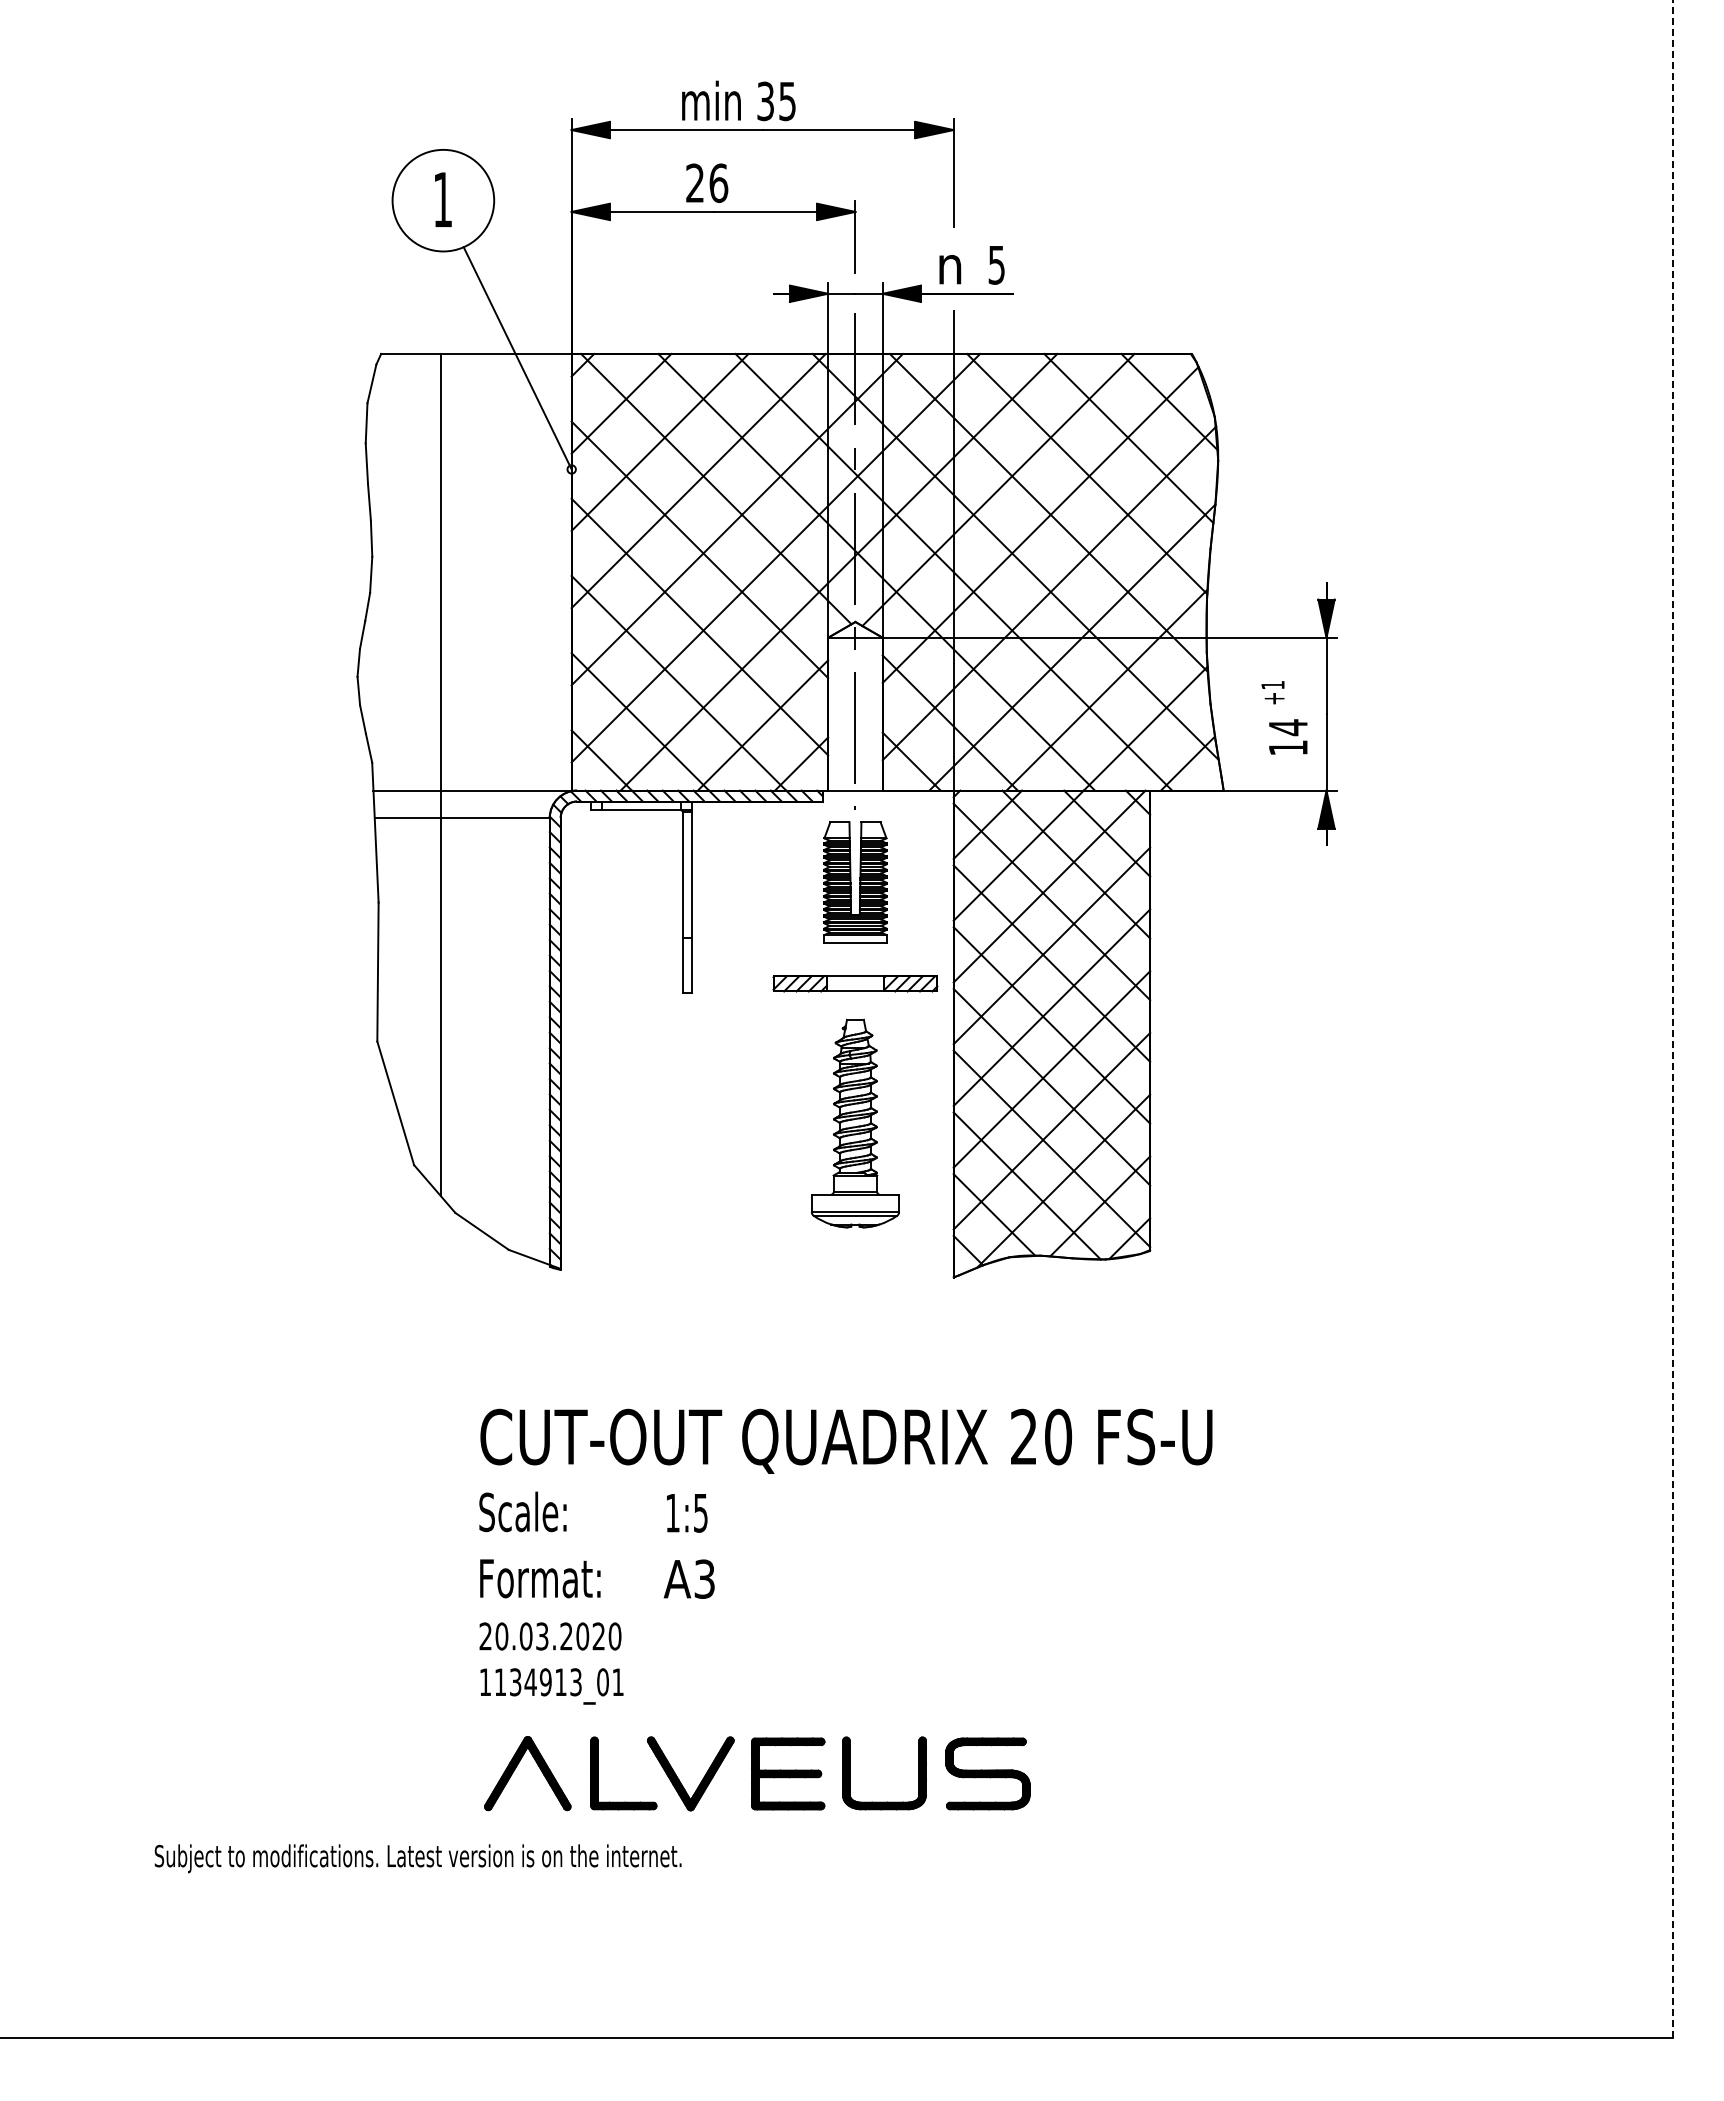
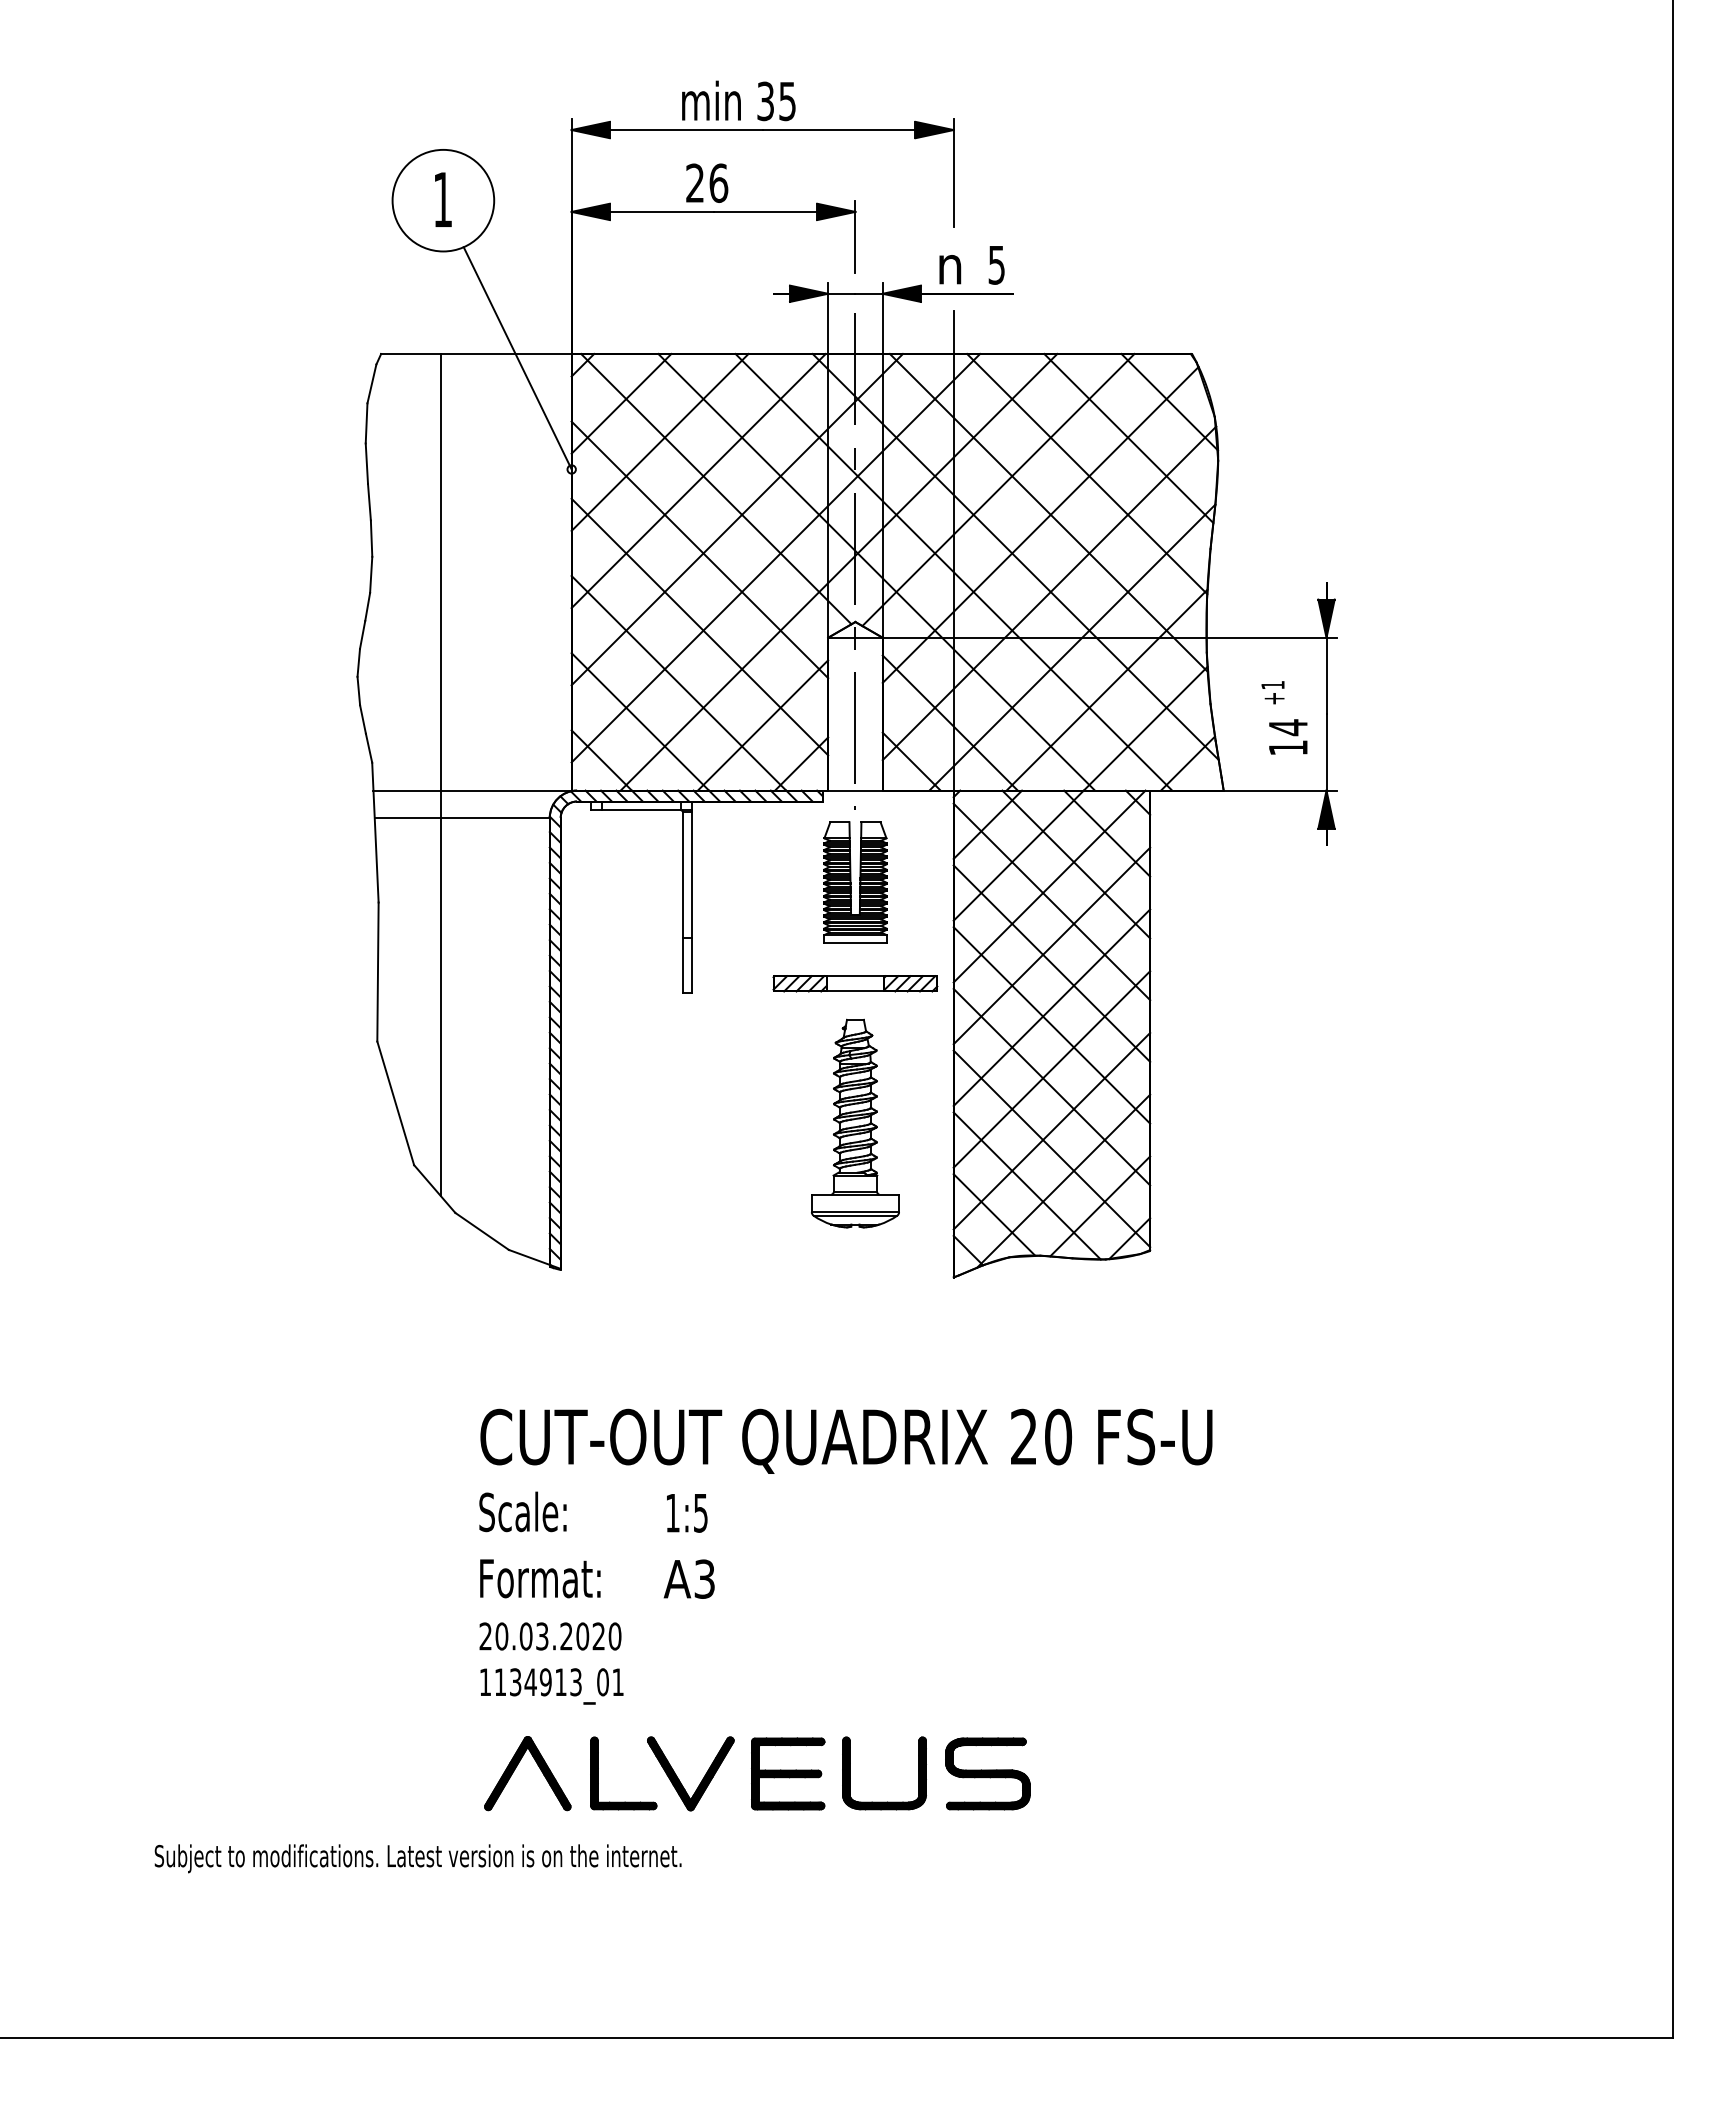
line at (1672, 1019): dashed -> solid
